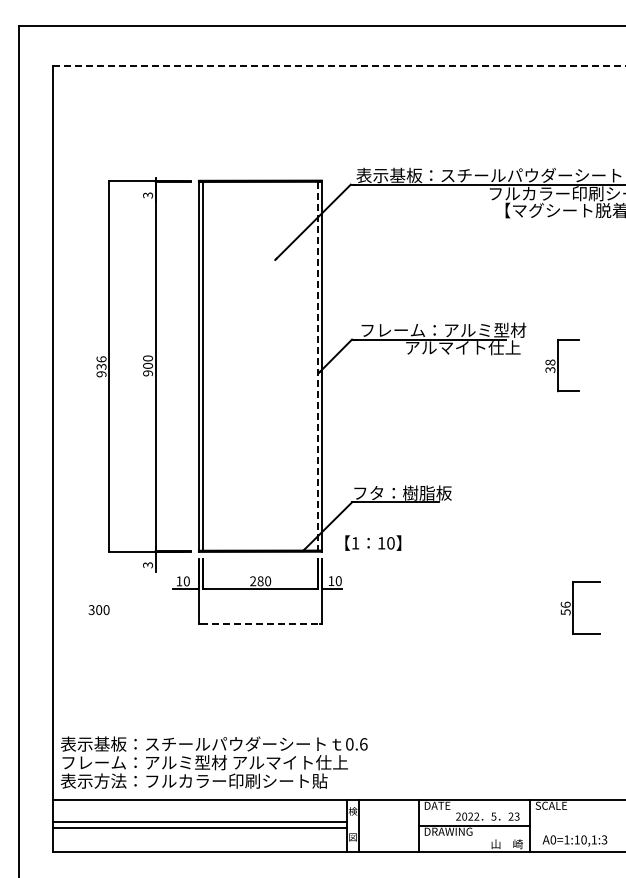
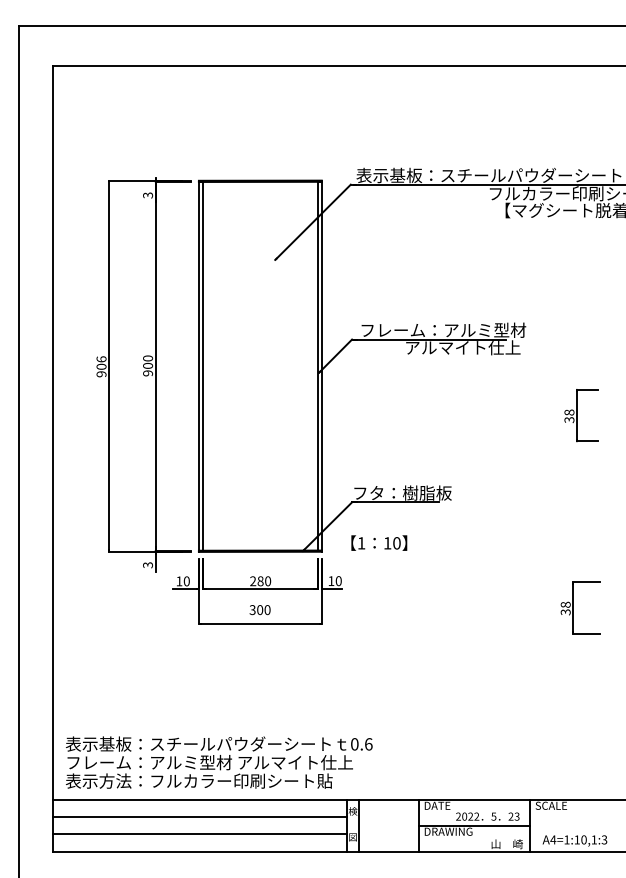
line at (339, 65): dashed -> solid
part at (562, 365) position: (562, 365) -> (581, 415)
text at (101, 366): 936 -> 906
line at (317, 366): dashed -> solid
text at (373, 542) position: (373, 542) -> (379, 542)
text at (565, 607): 56 -> 38
text at (98, 610) position: (98, 610) -> (259, 610)
line at (260, 623): dashed -> solid
text at (214, 762) position: (214, 762) -> (219, 762)
line at (199, 822) position: (199, 822) -> (199, 817)
line at (199, 828) position: (199, 828) -> (199, 834)
text at (553, 839): A0=1:10,1:3 -> A4=1:10,1:3
